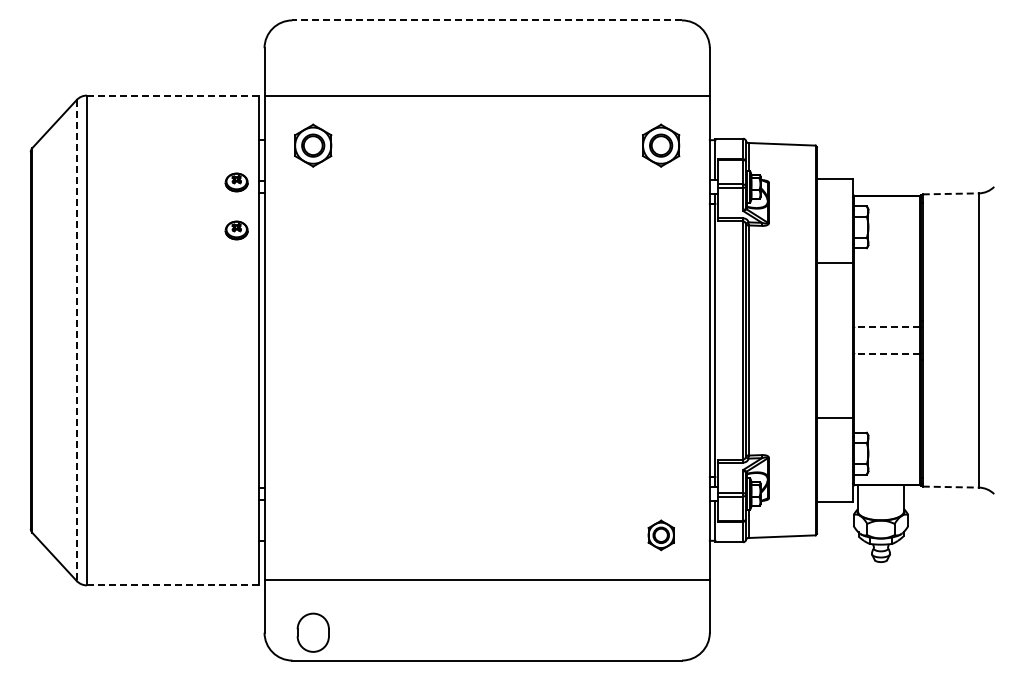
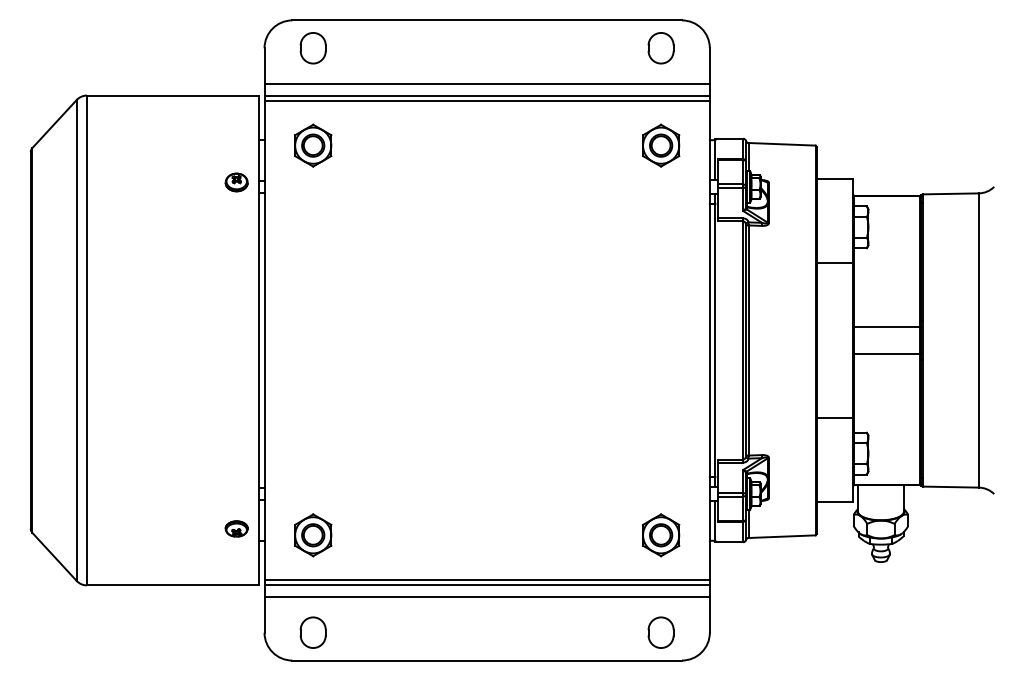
line at (487, 20): dashed -> solid
part at (312, 48): none -> present
part at (660, 48): none -> present
line at (486, 84): none -> present
line at (172, 95): dashed -> solid
line at (486, 101): none -> present
line at (951, 193): dashed -> solid
part at (236, 230): present -> none
line at (887, 327): dashed -> solid
line at (76, 341): dashed -> solid
line at (887, 353): dashed -> solid
line at (951, 487): dashed -> solid
part at (236, 528): none -> present
part at (313, 535): none -> present
part at (660, 535) size: 28x33 px -> 39x45 px
line at (172, 585): dashed -> solid
line at (486, 585): none -> present
line at (486, 596): none -> present
part at (312, 632) size: 34x41 px -> 28x33 px
part at (660, 632): none -> present
